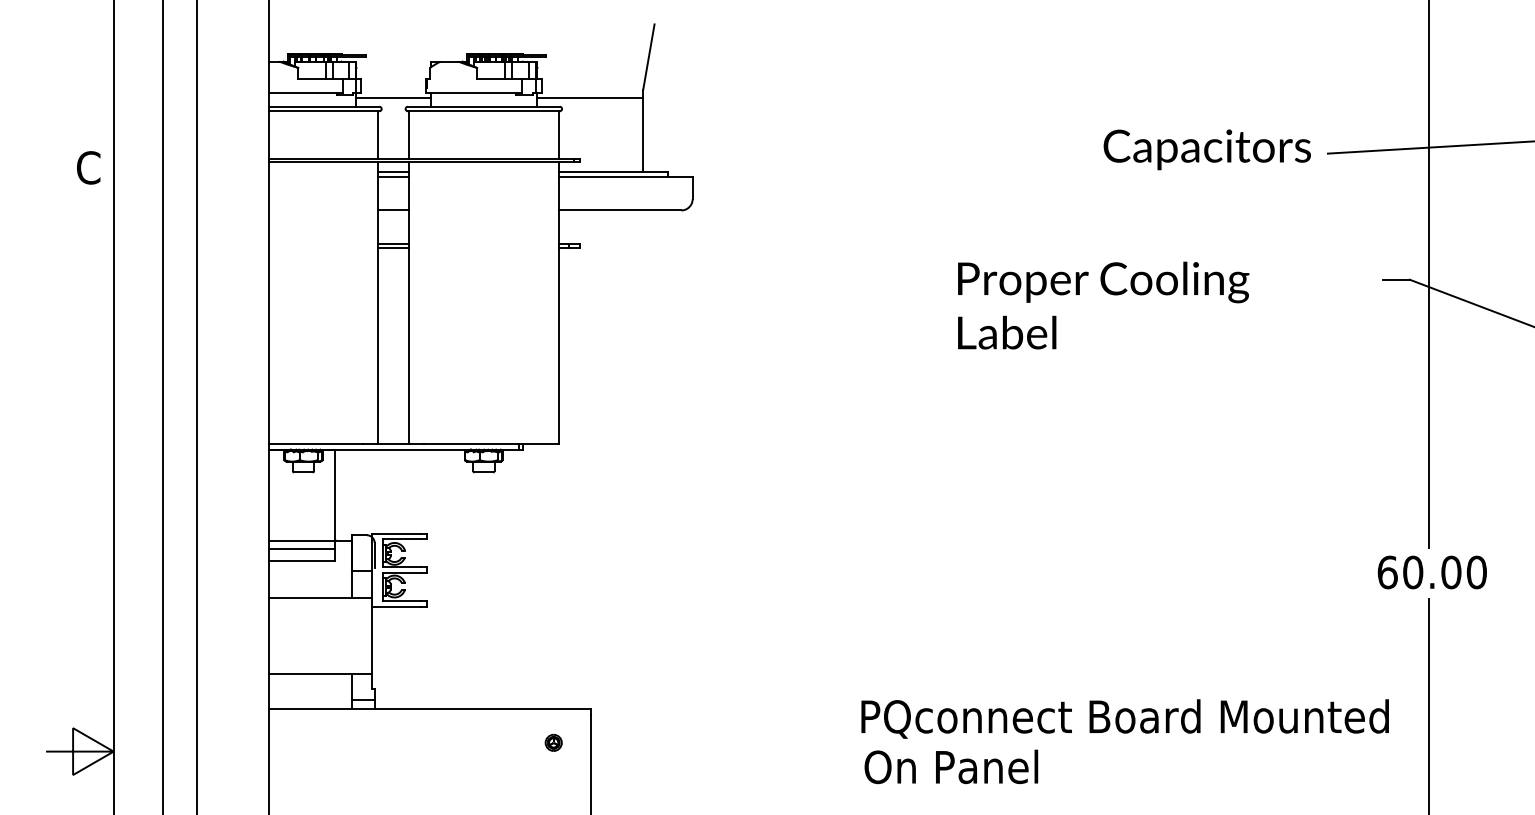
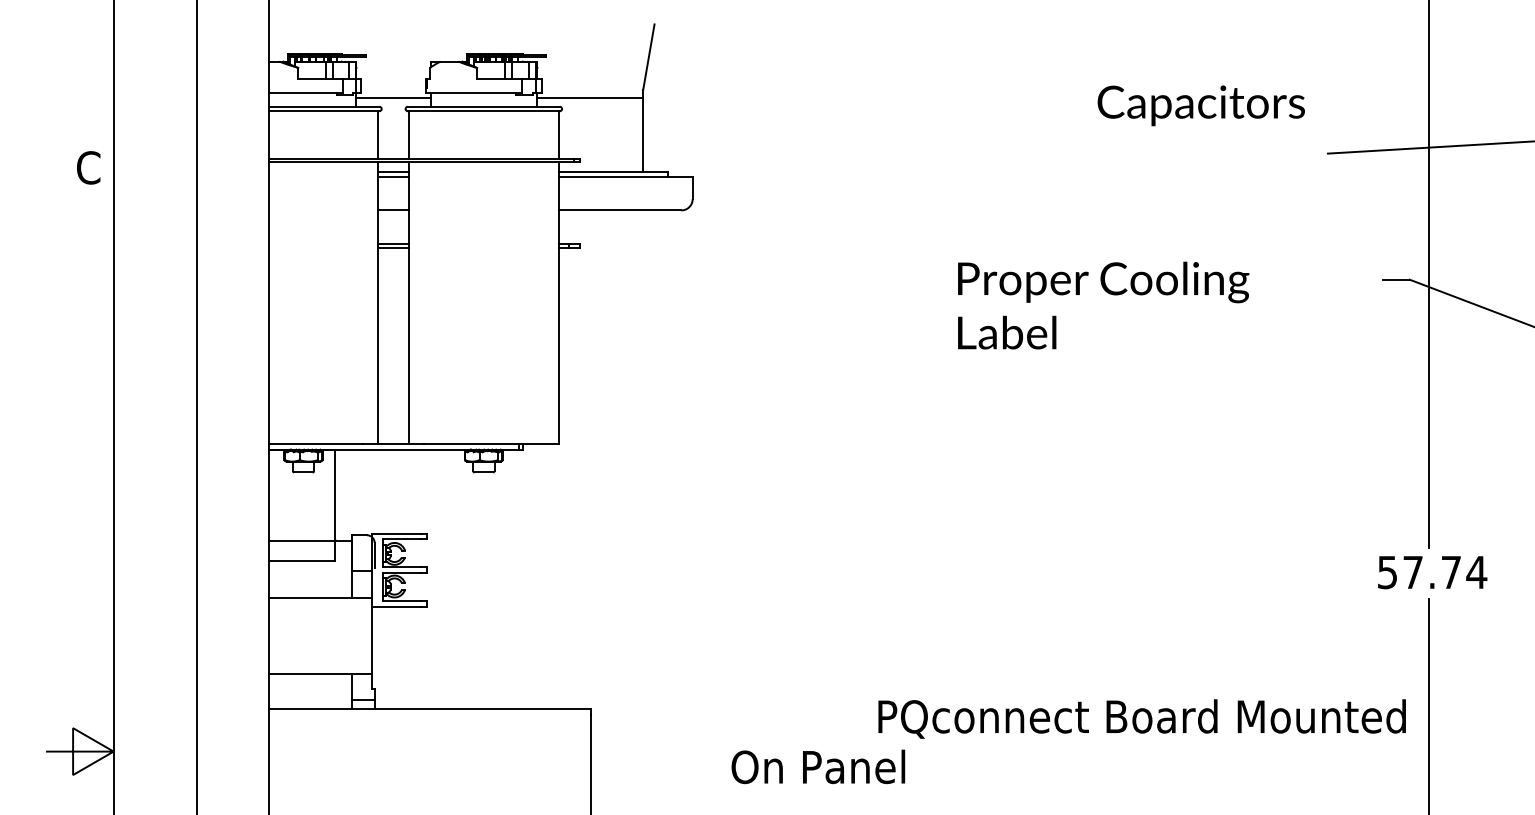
text at (1206, 149) position: (1206, 149) -> (1200, 105)
line at (162, 406): present -> none
line at (301, 548): present -> none
text at (1432, 572): 60.00 -> 57.74
text at (1124, 718) position: (1124, 718) -> (1141, 718)
part at (553, 742): present -> none
text at (951, 766) position: (951, 766) -> (818, 766)
